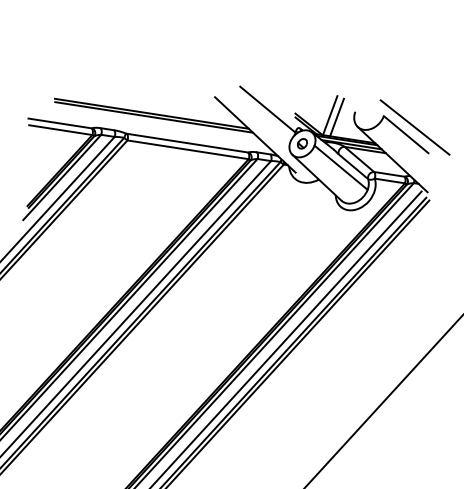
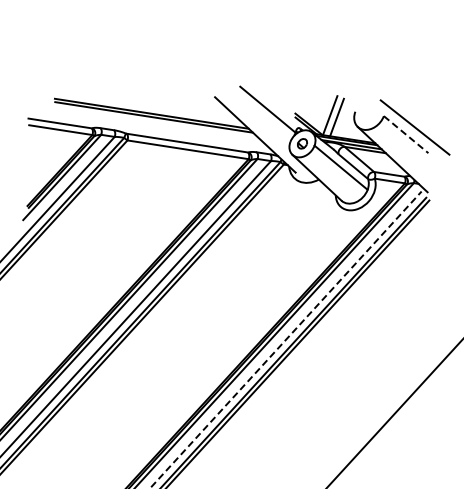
line at (406, 134): solid -> dashed
line at (286, 339): solid -> dashed
line at (383, 401) position: (383, 401) -> (394, 413)
